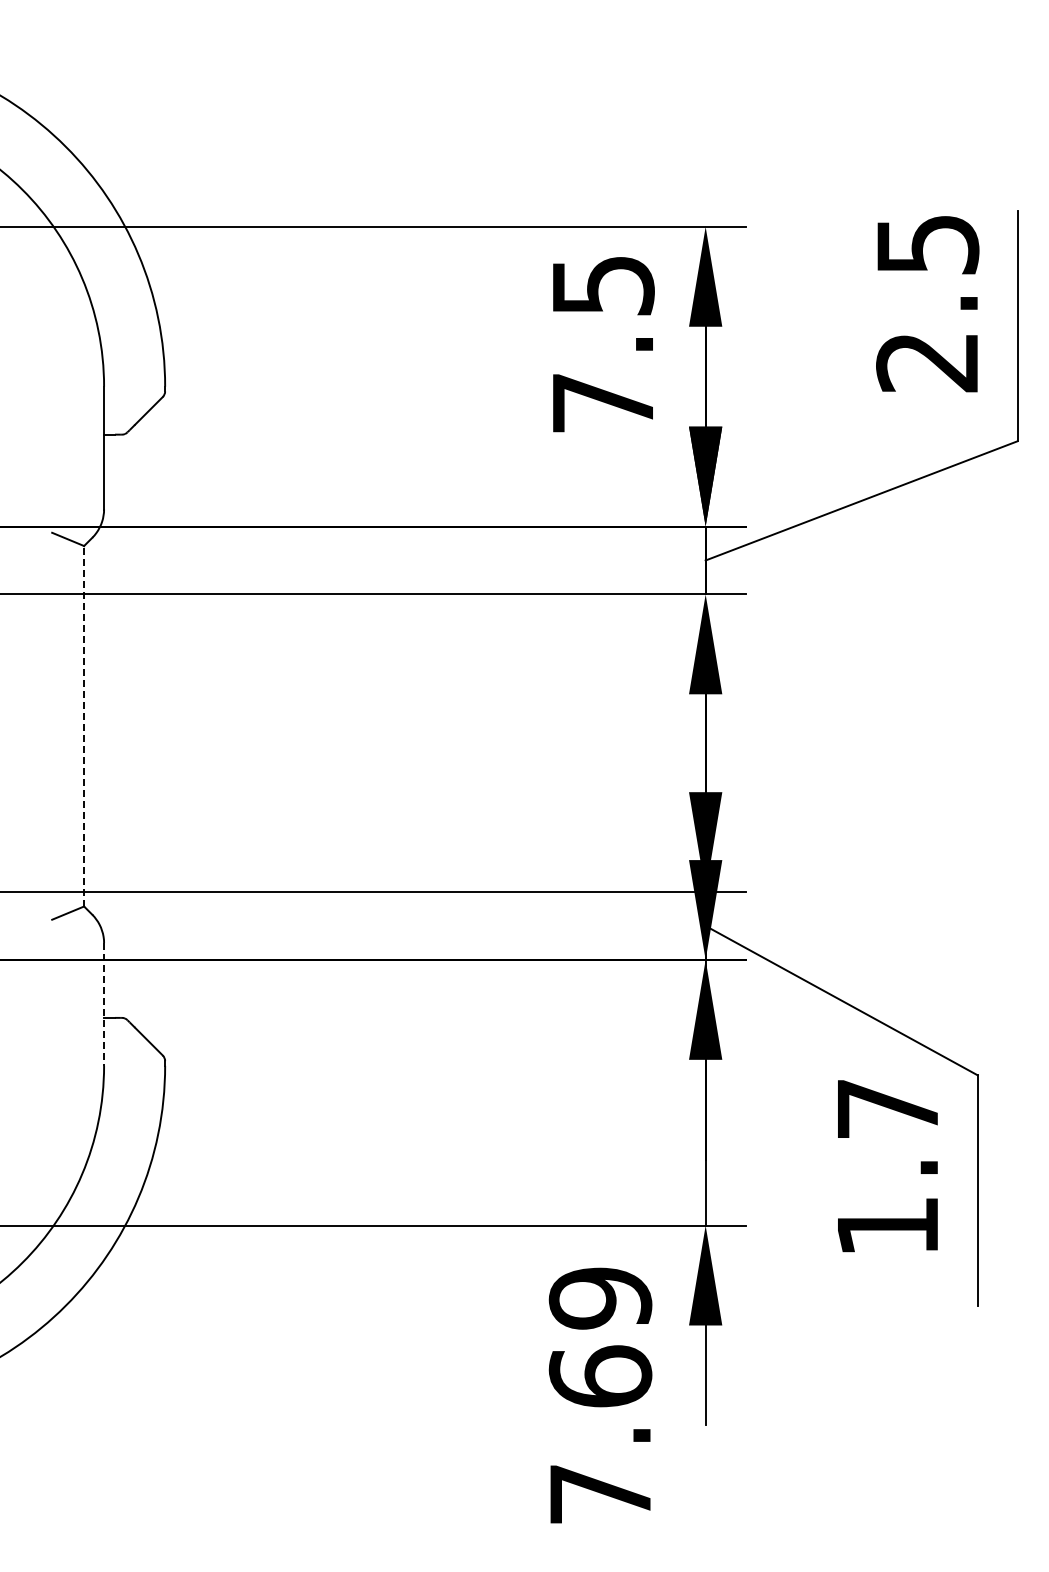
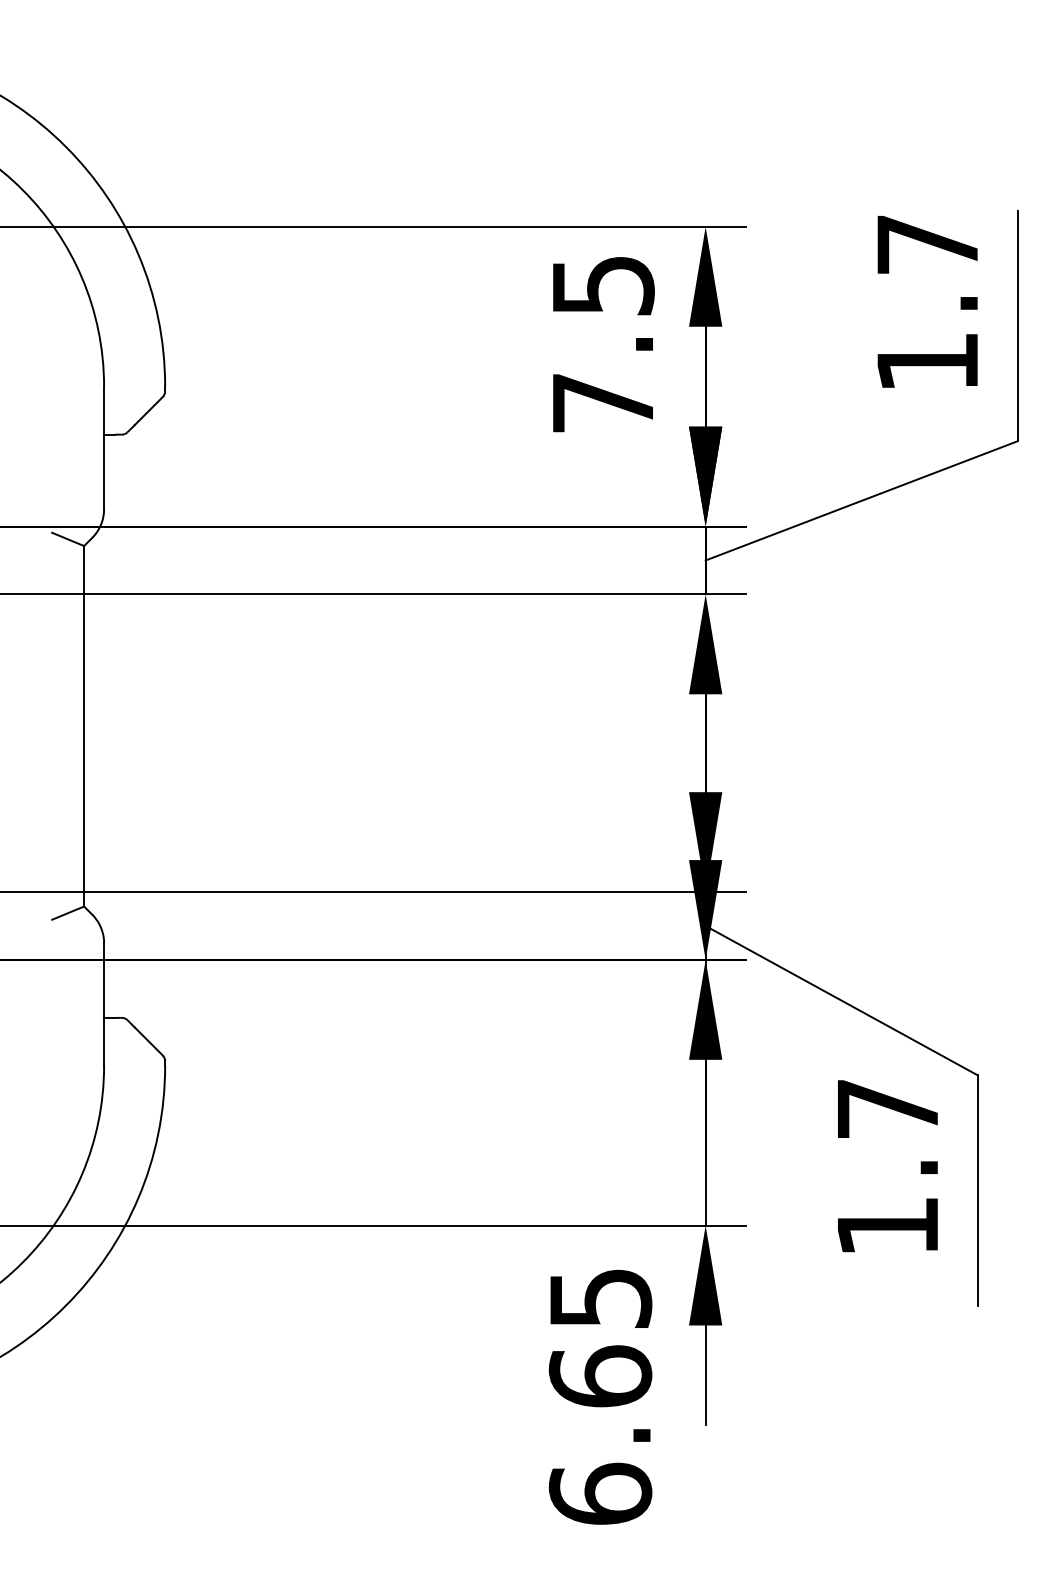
text at (927, 304): 2.5 -> 1.7
line at (84, 725): dashed -> solid
line at (104, 1004): dashed -> solid
text at (600, 1395): 7.69 -> 6.65
